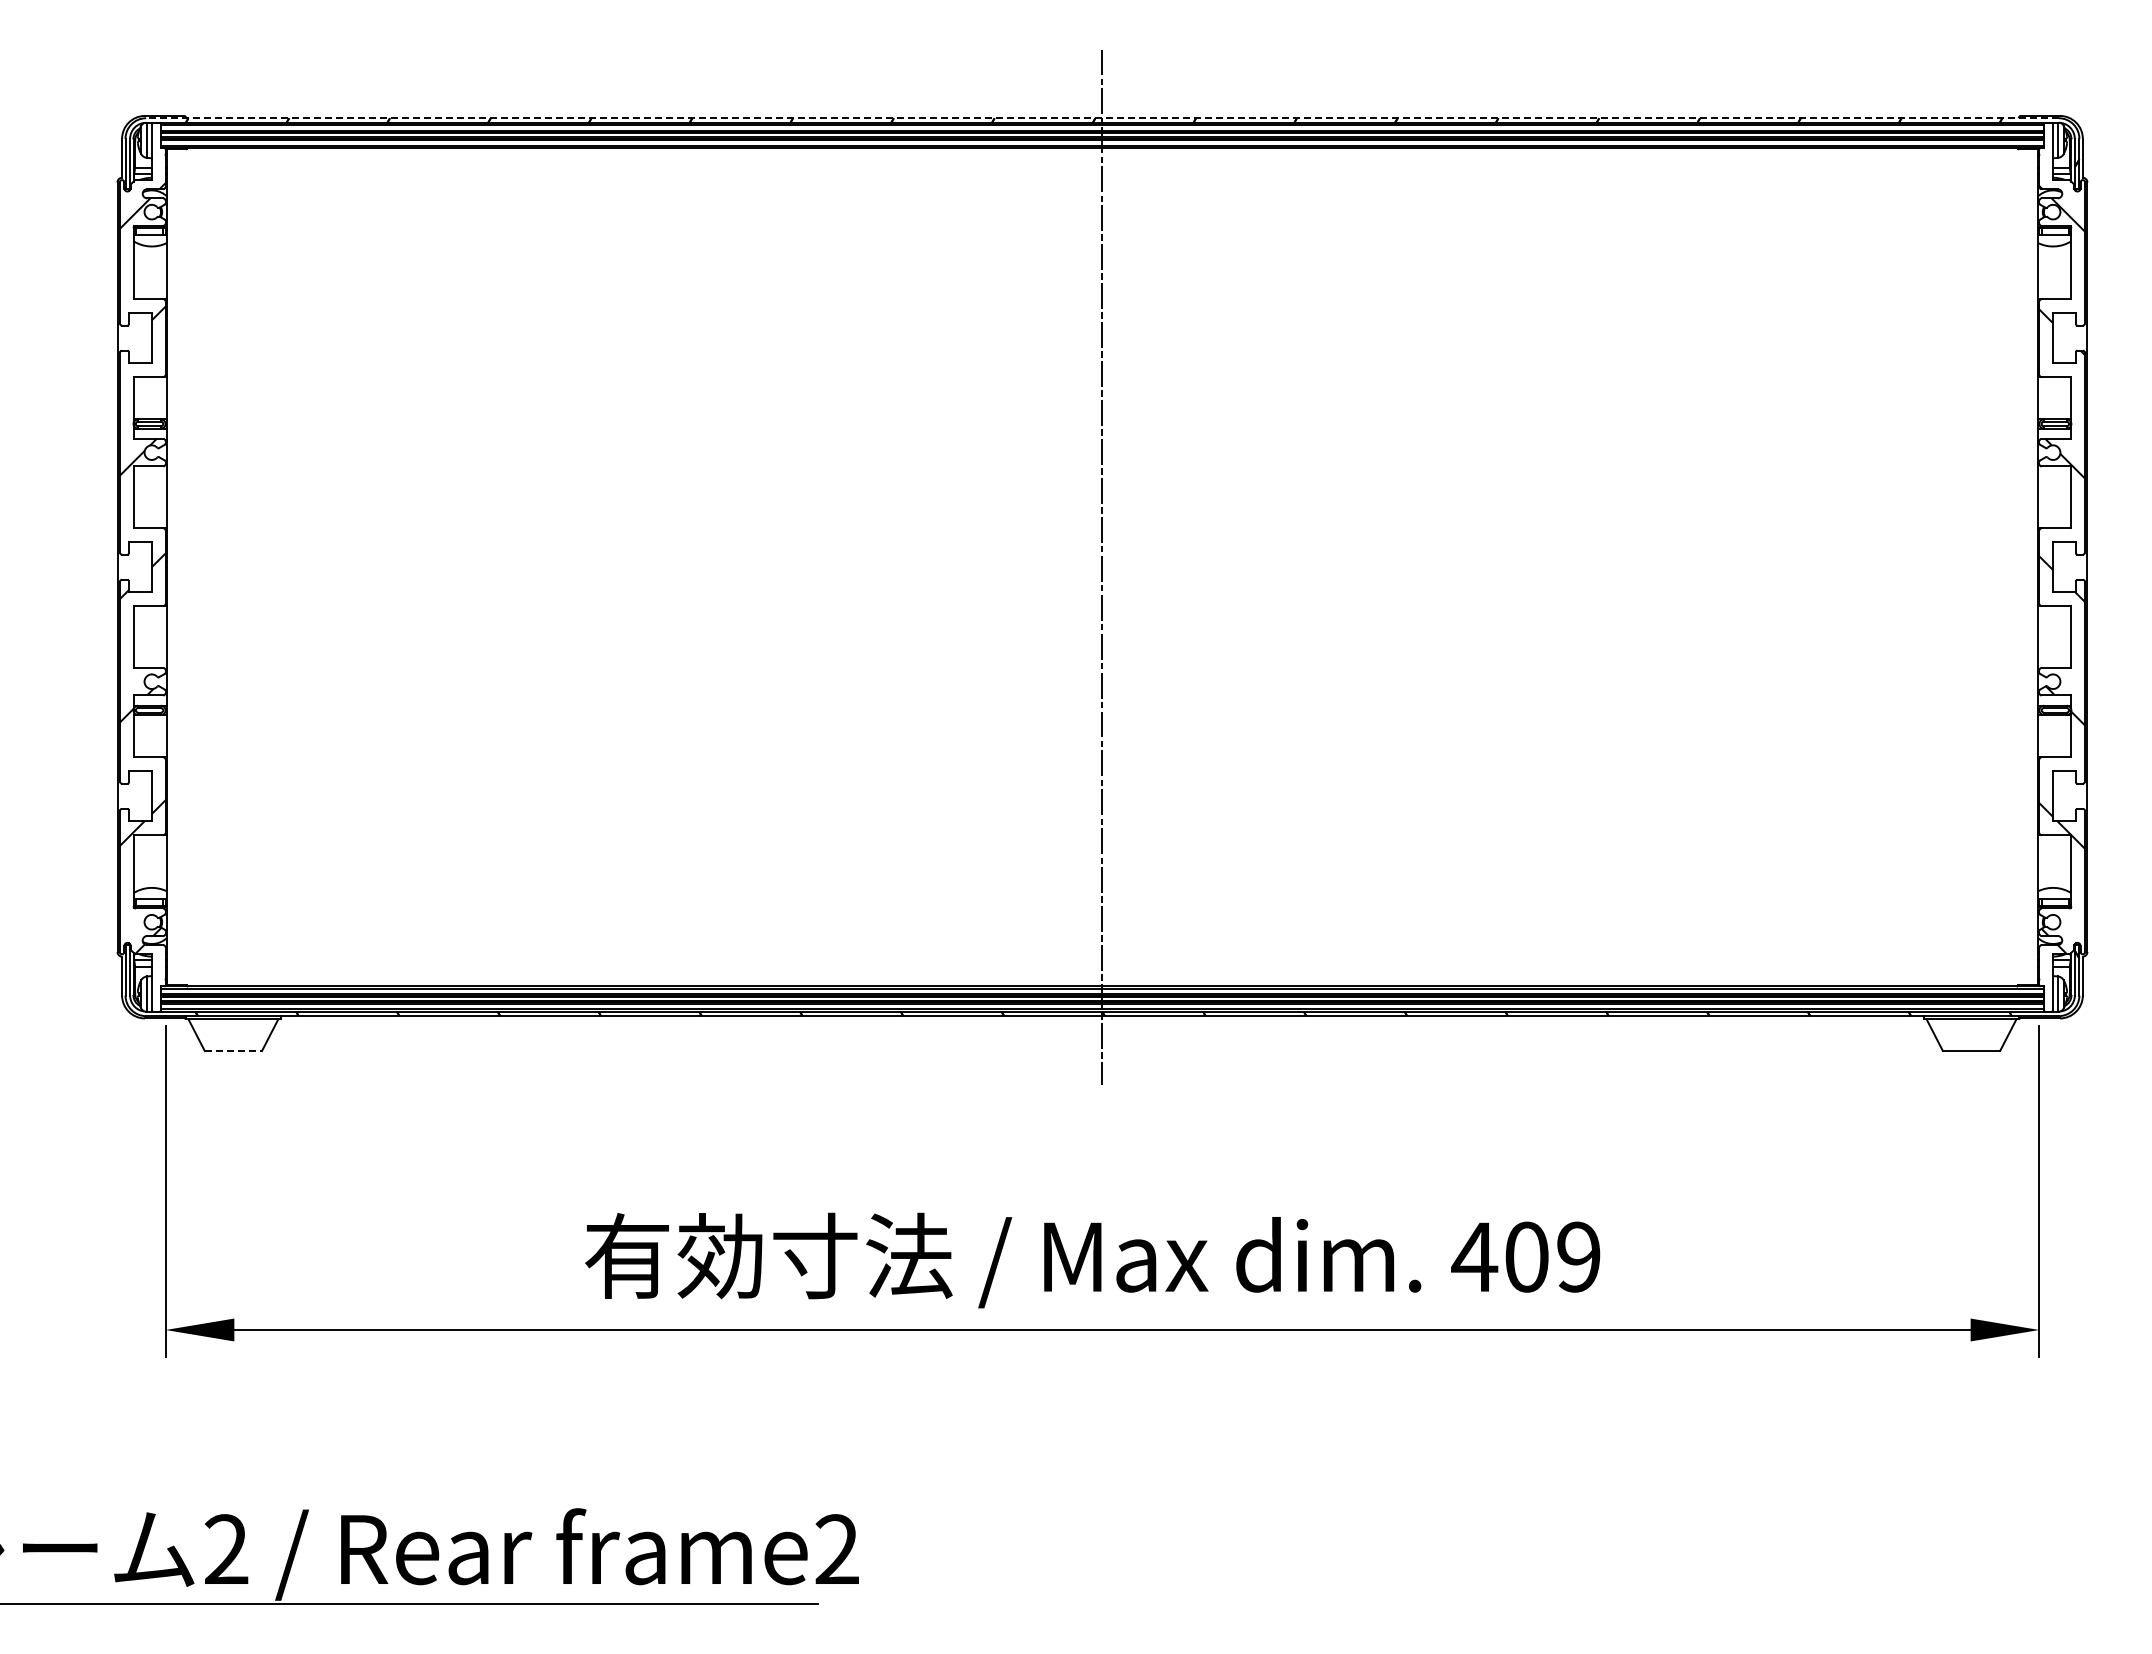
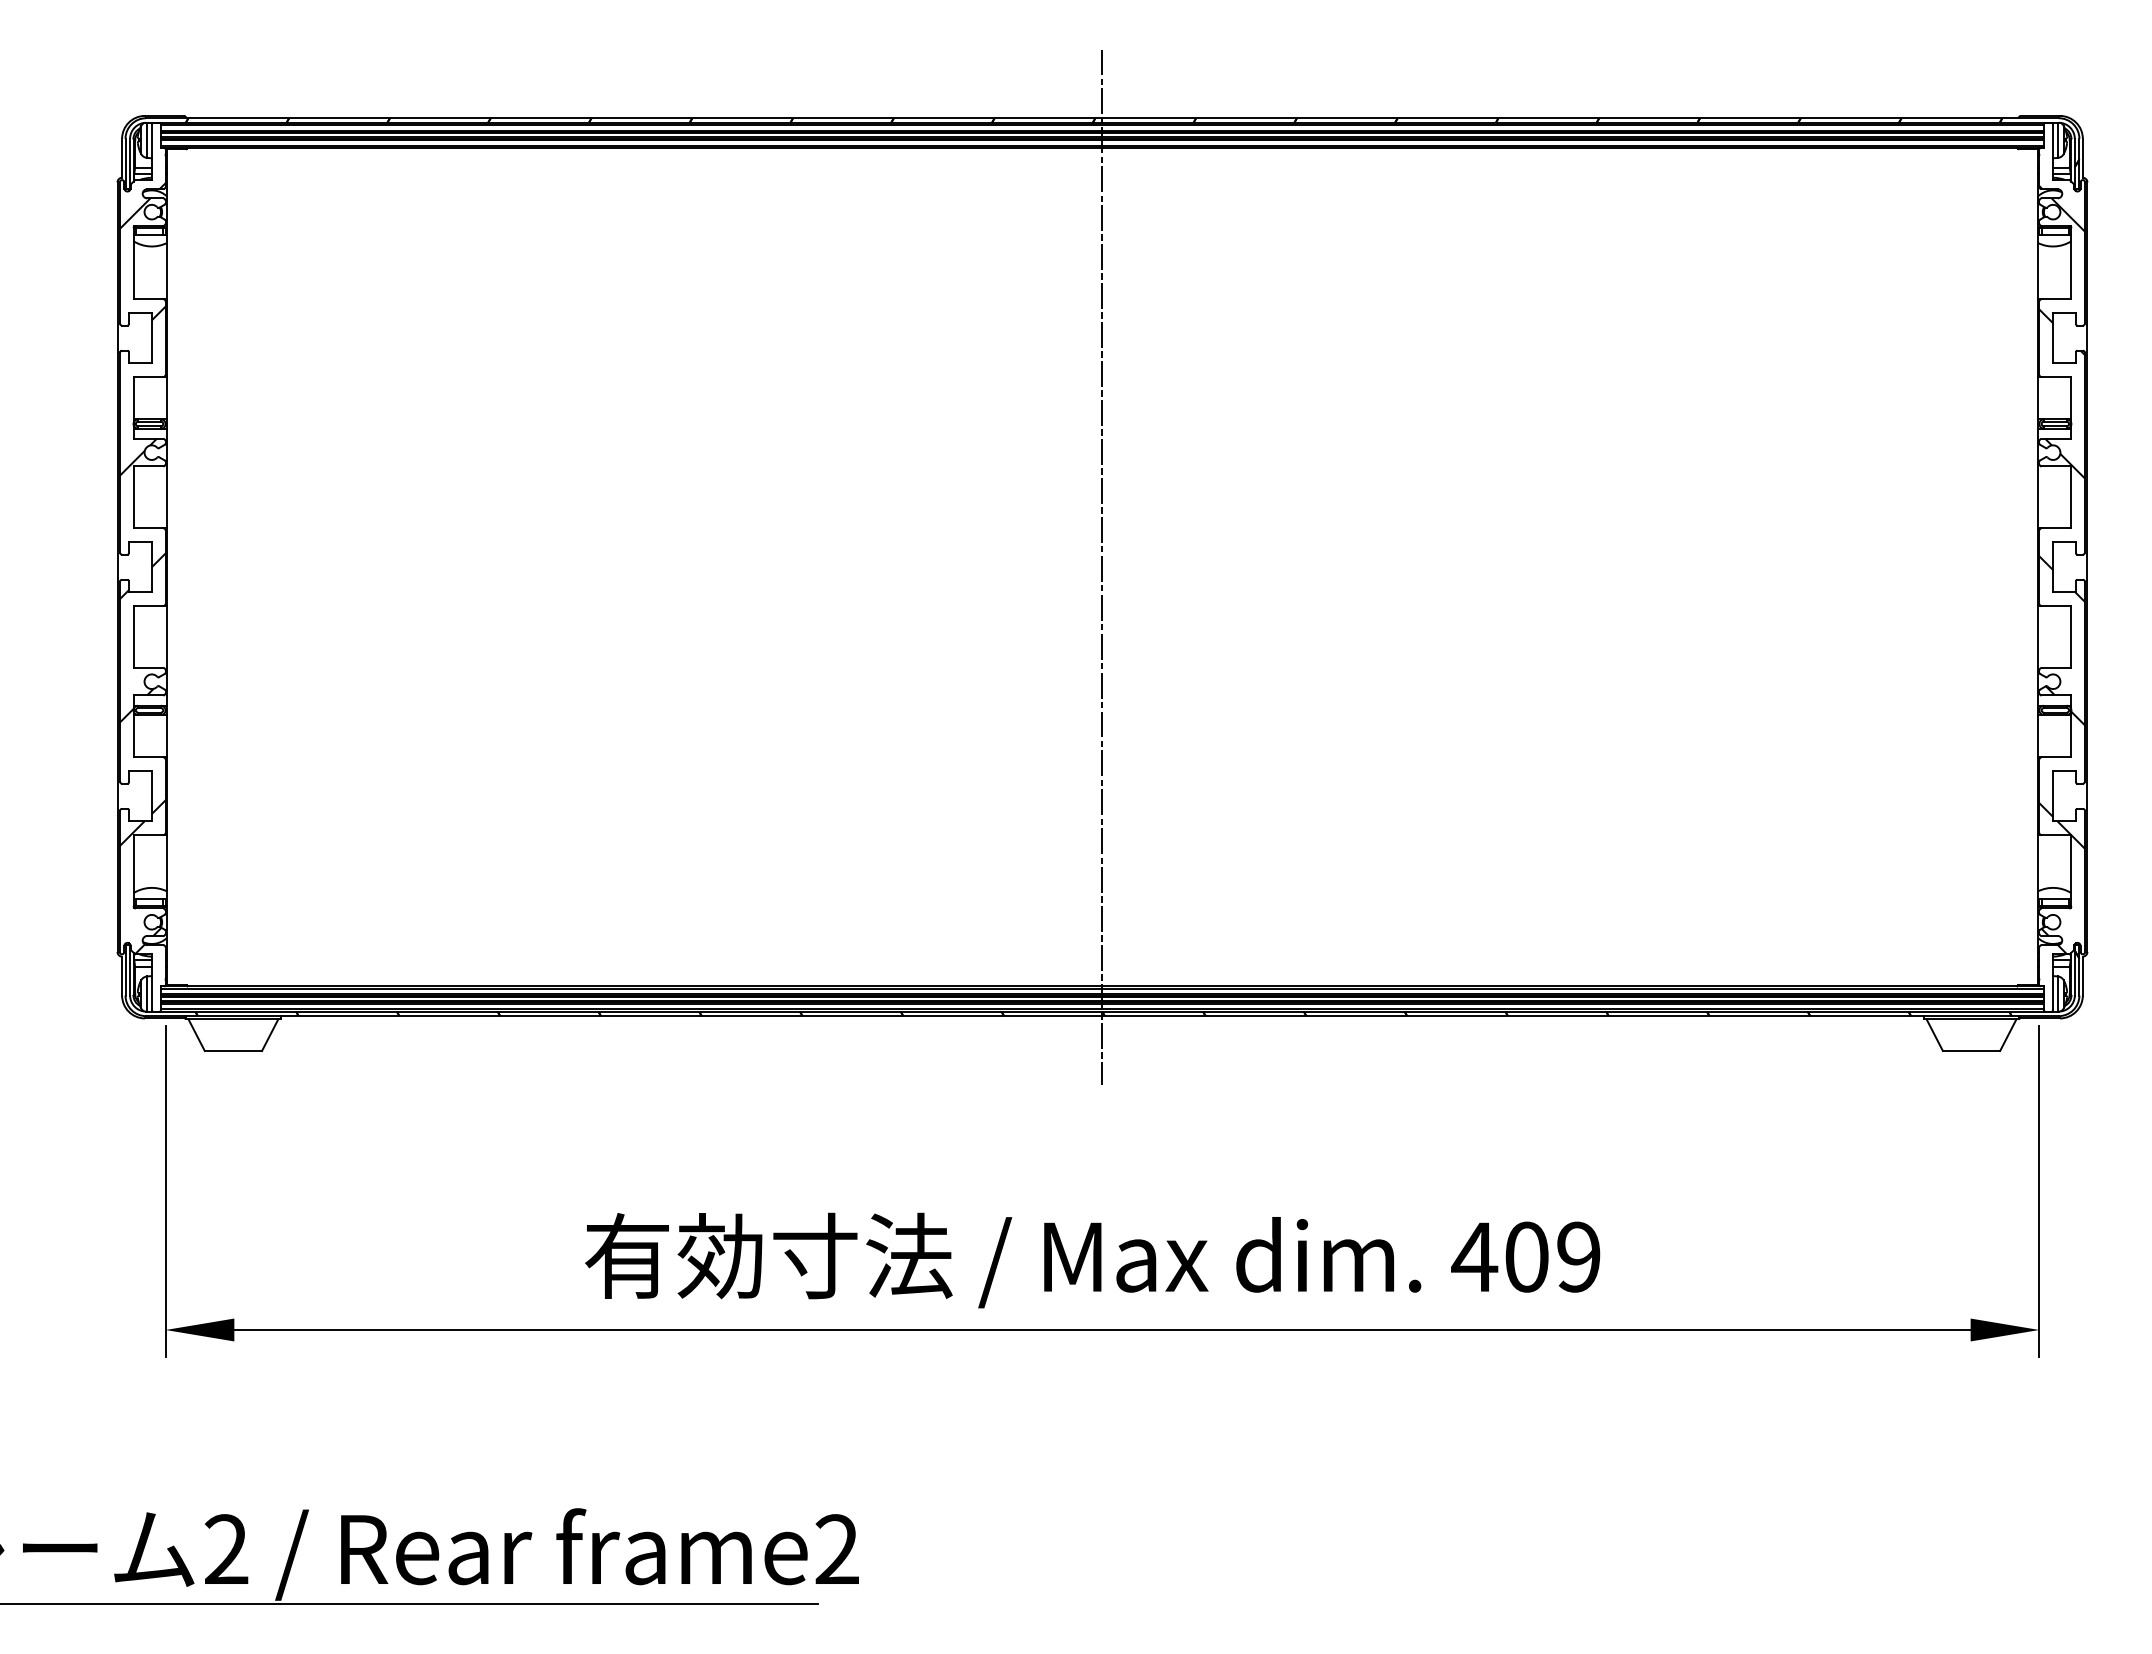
line at (1101, 118): dashed -> solid
line at (233, 1050): dashed -> solid
